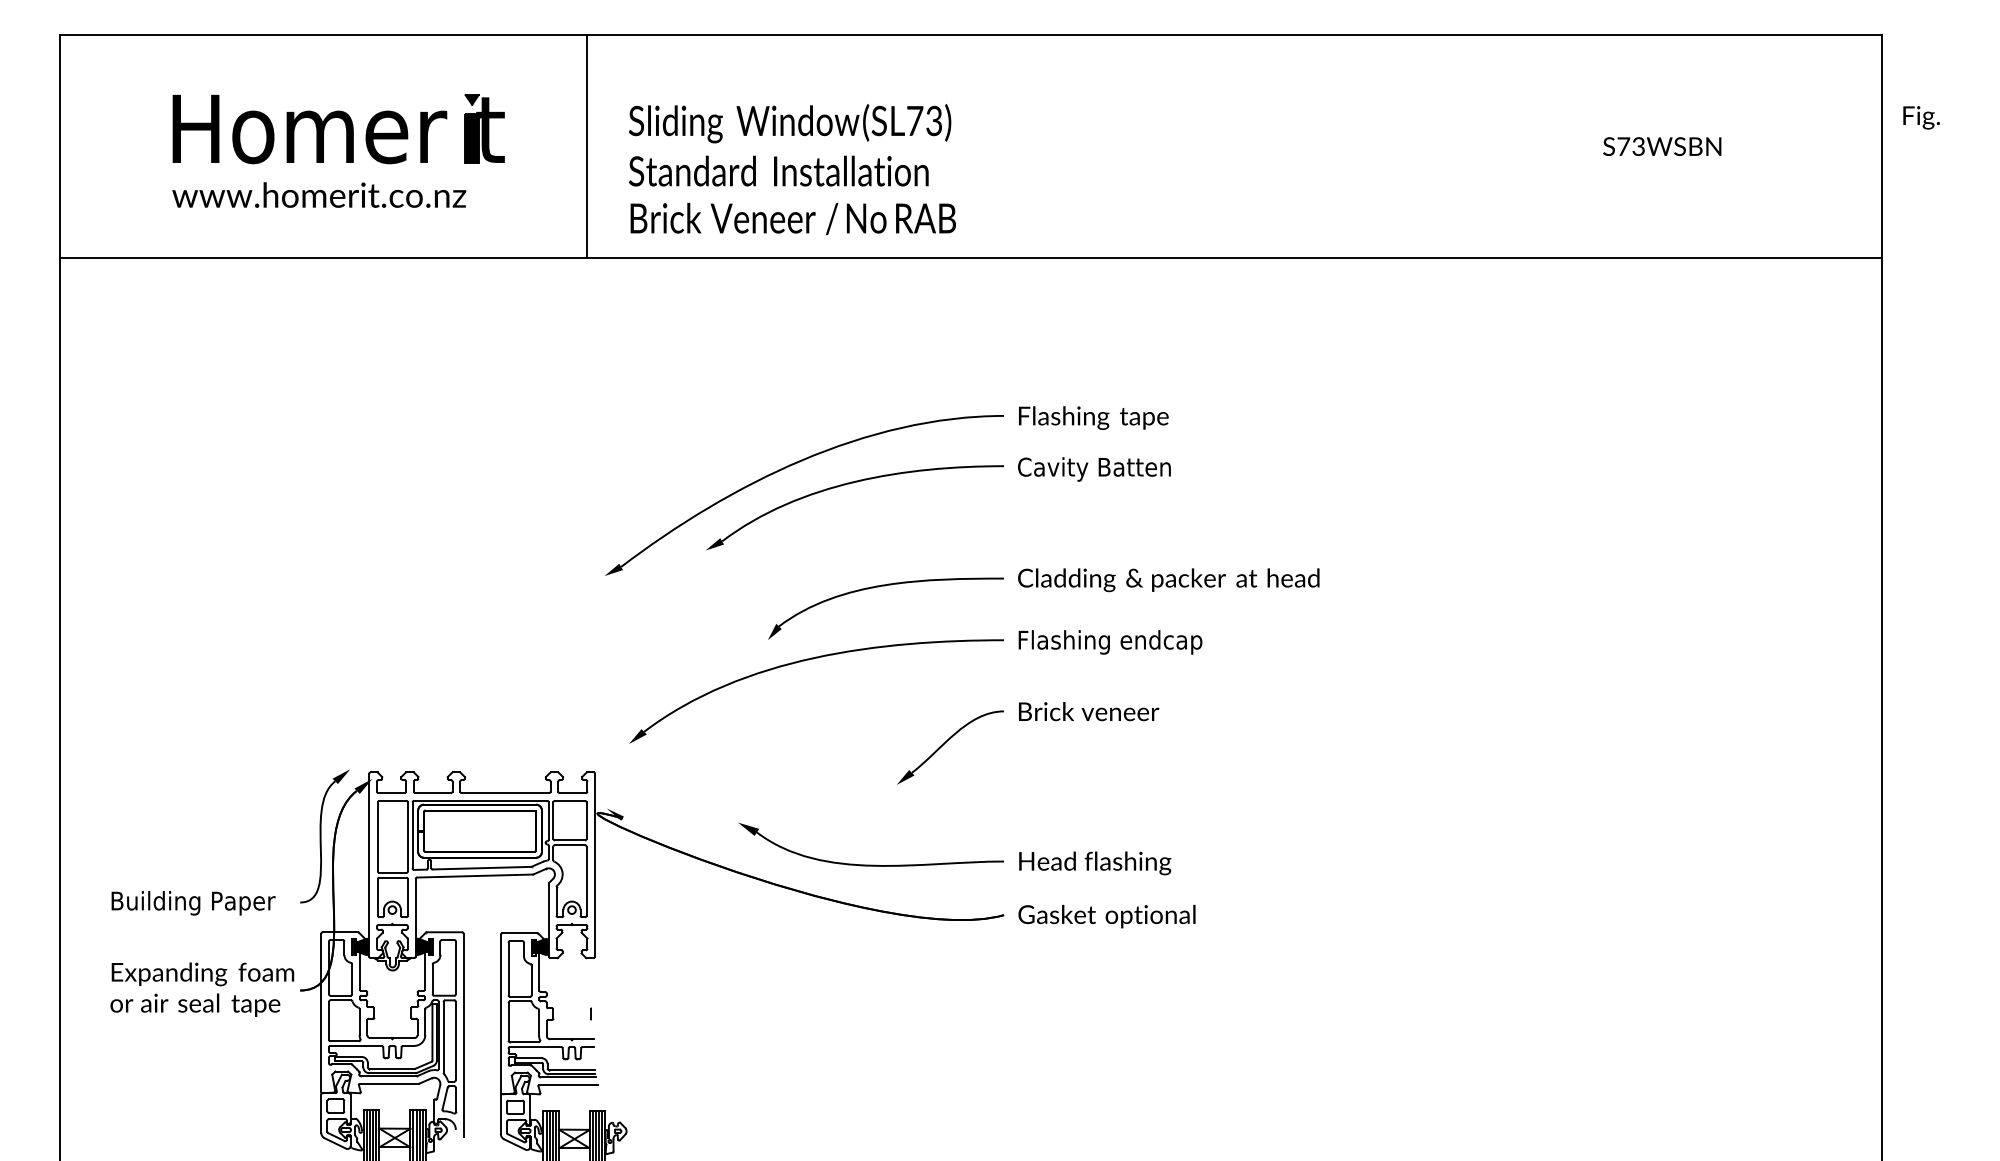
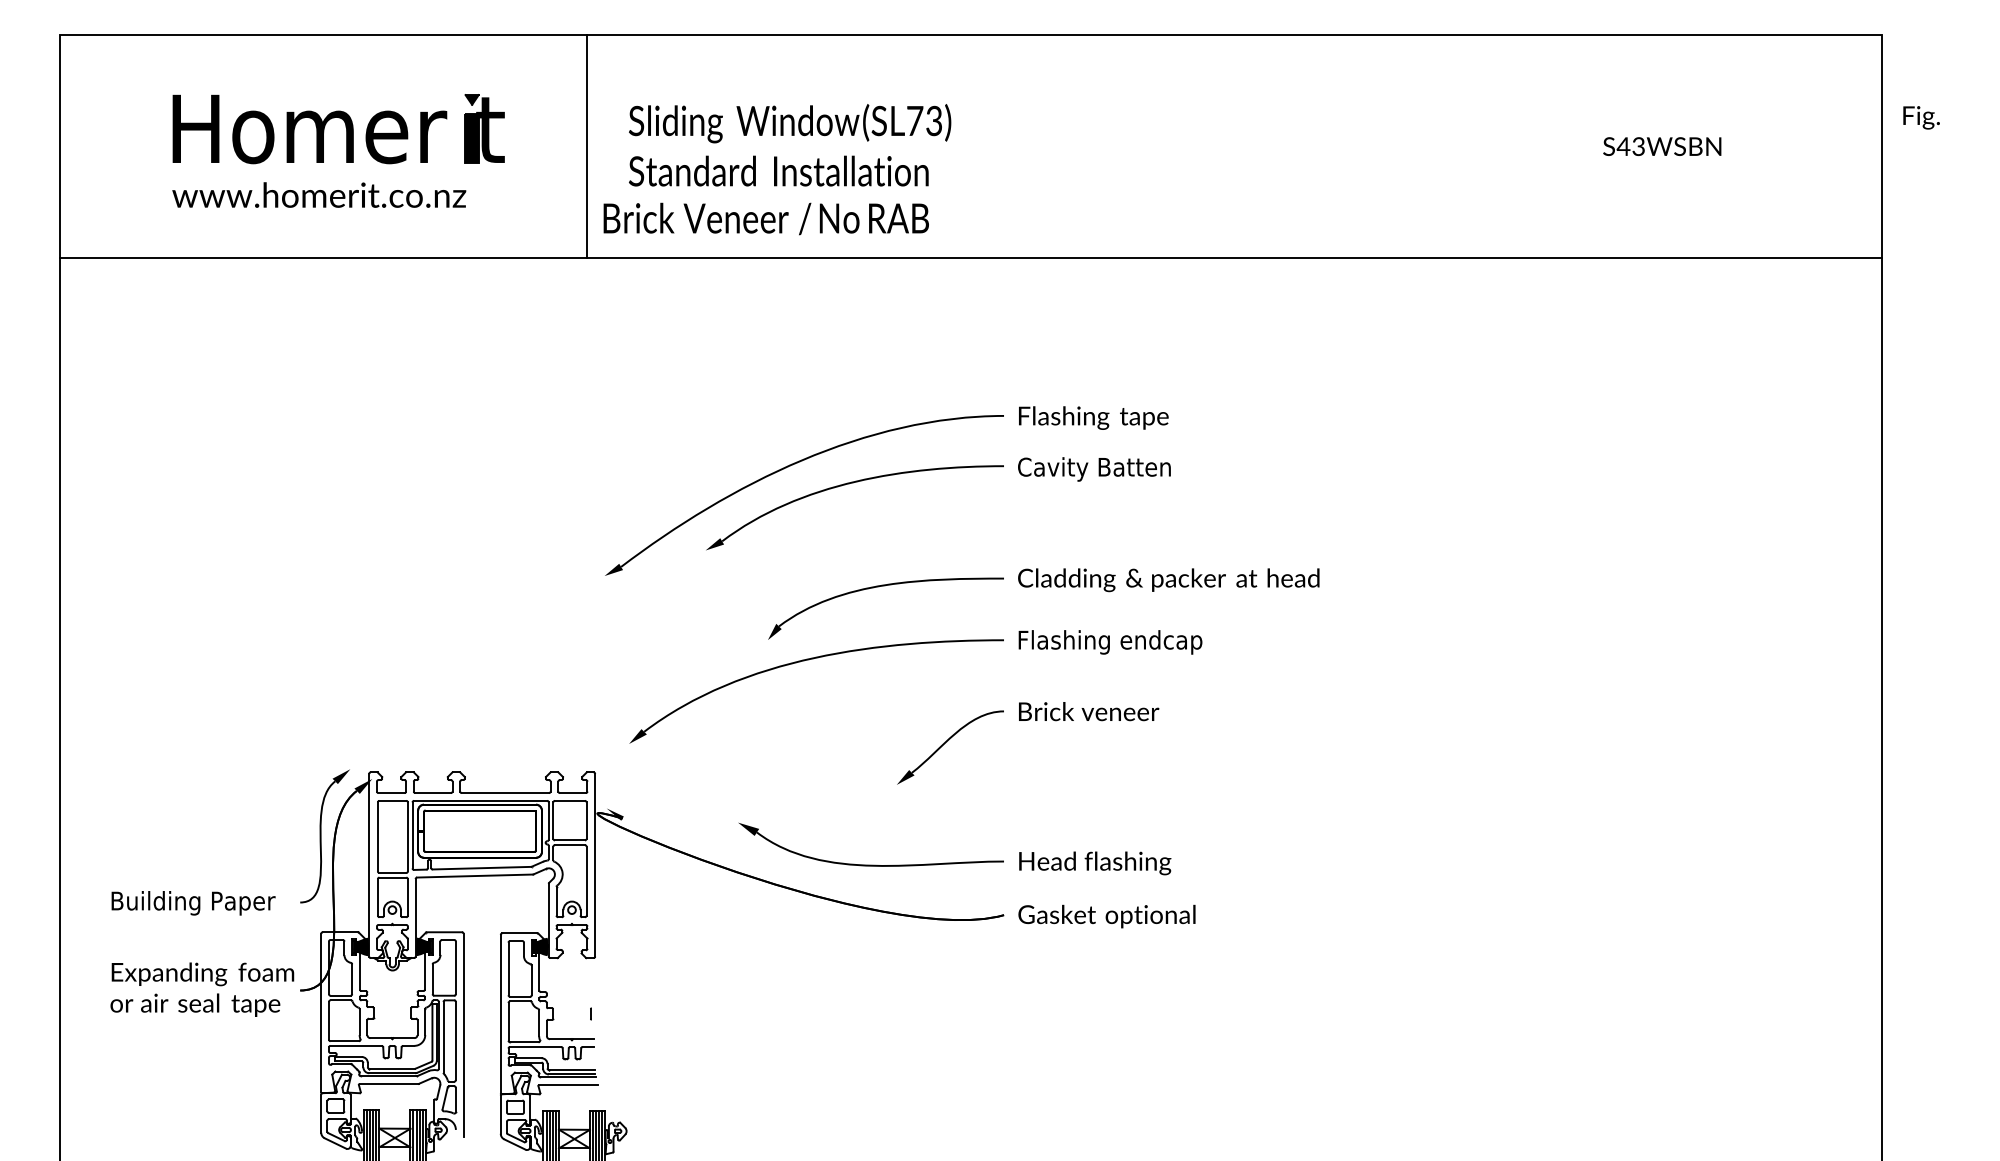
text at (1623, 146): S73WSBN -> S43WSBN
text at (792, 218) position: (792, 218) -> (765, 218)
